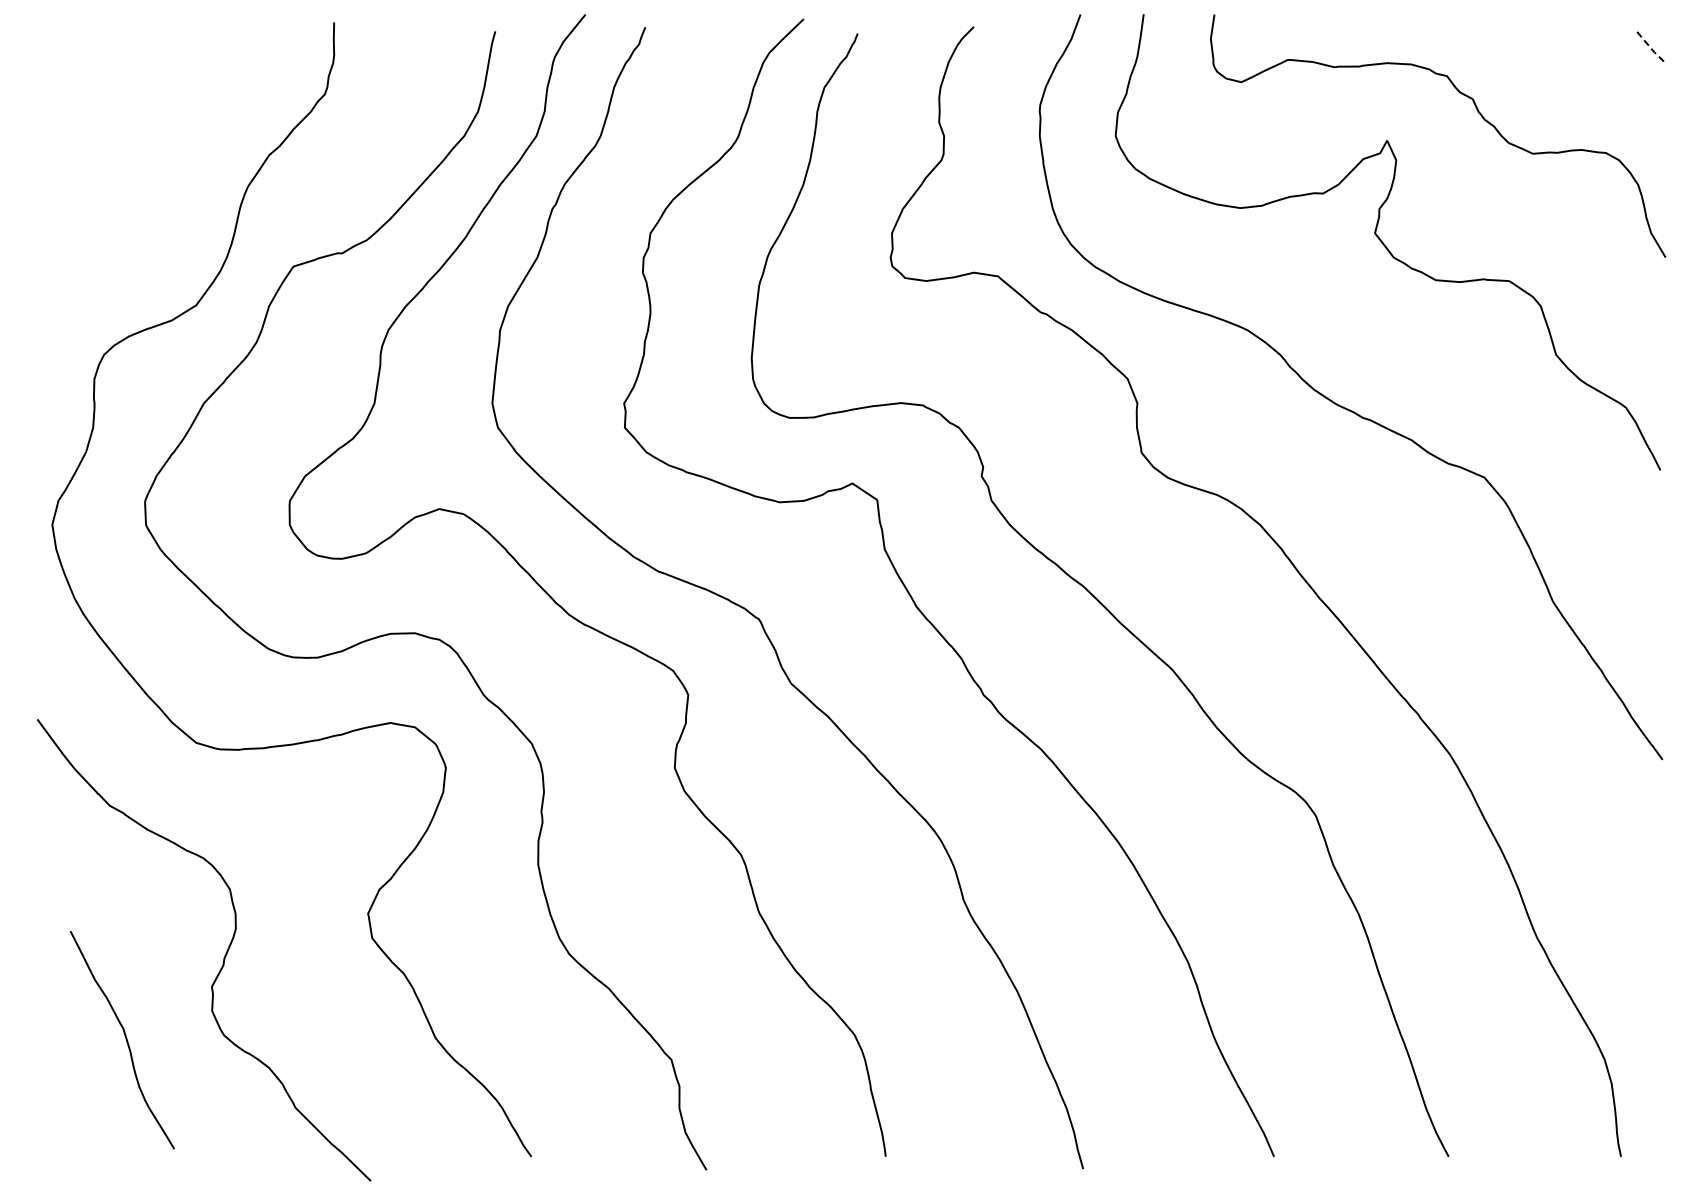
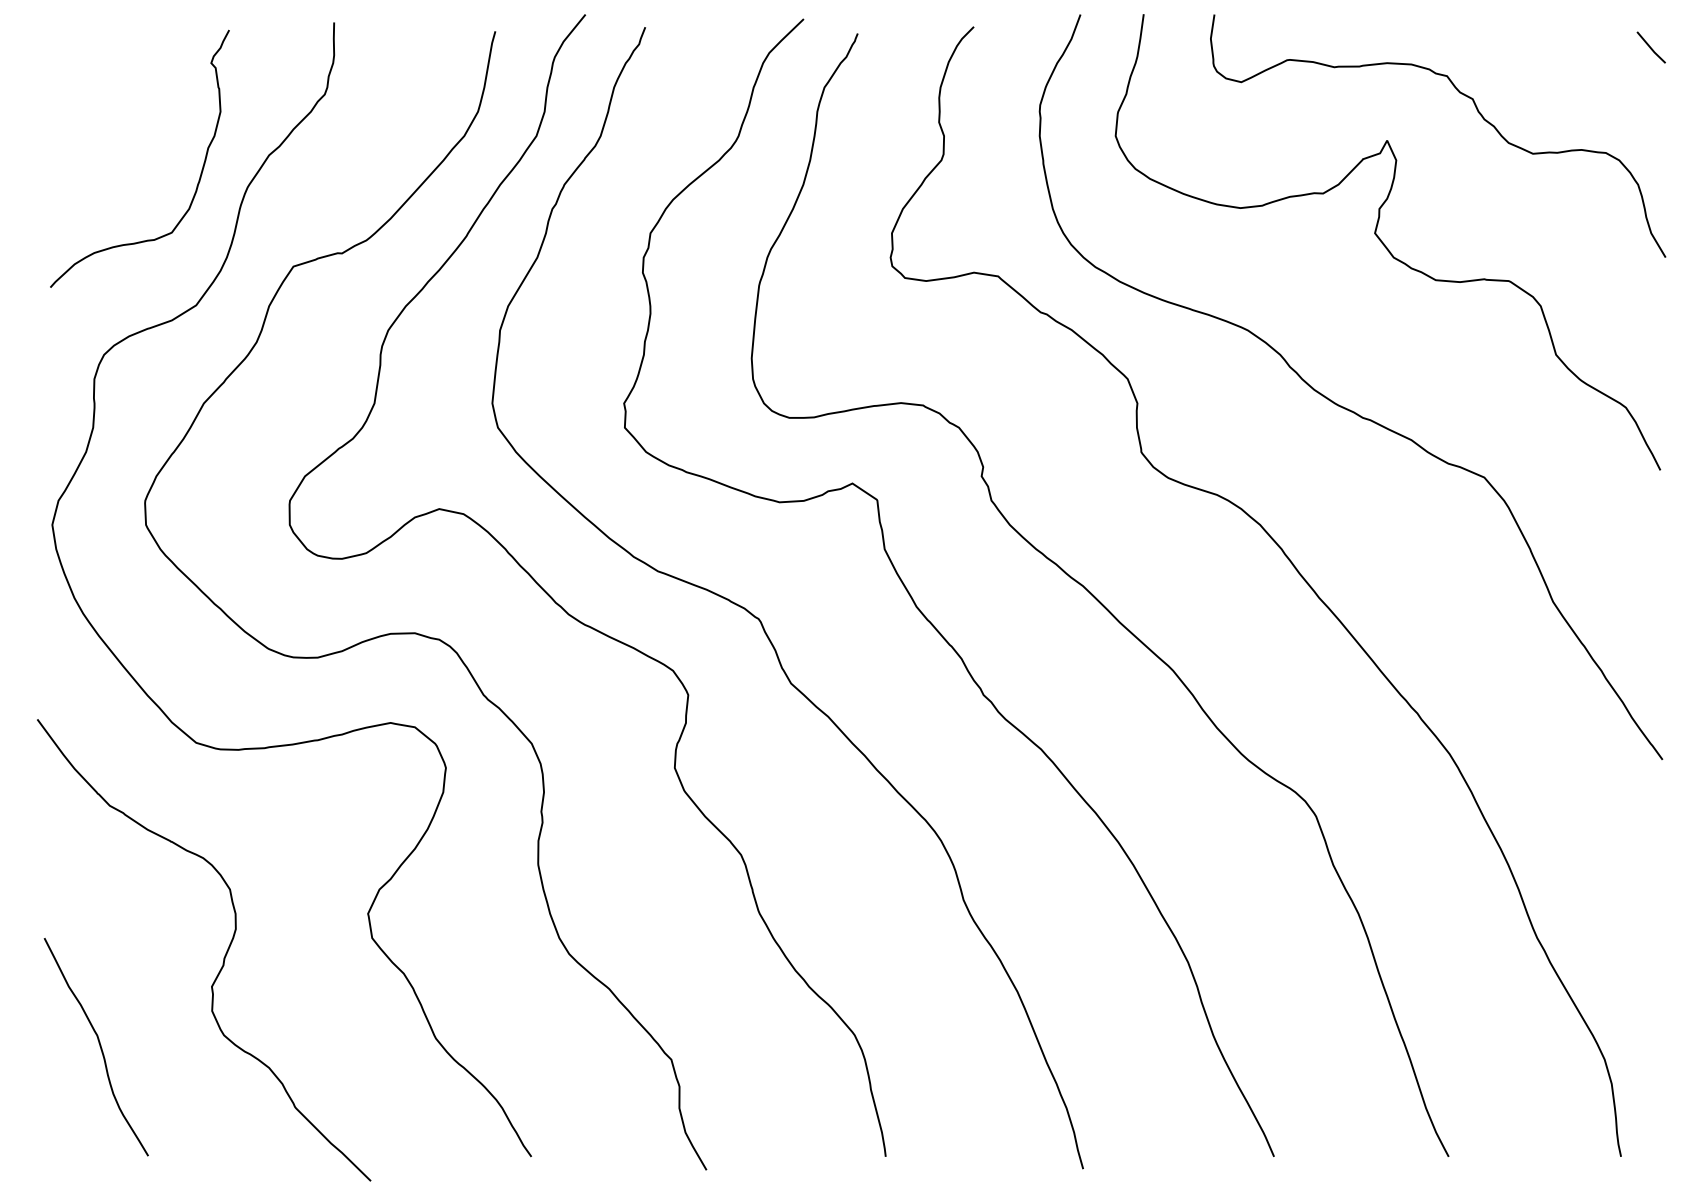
line at (1651, 48): dashed -> solid
curve at (199, 176): none -> present
curve at (125, 1039) position: (125, 1039) -> (99, 1046)
